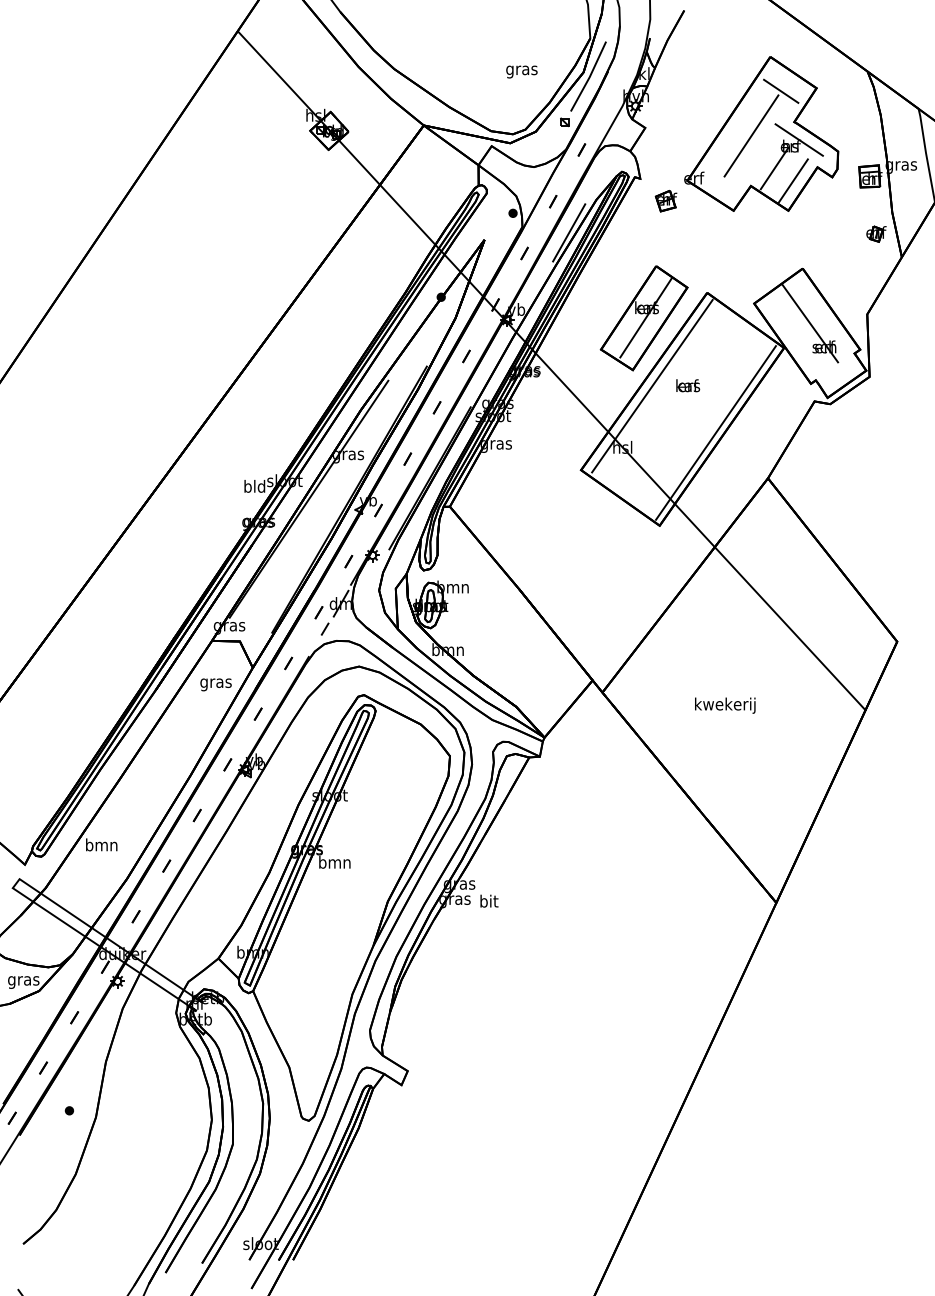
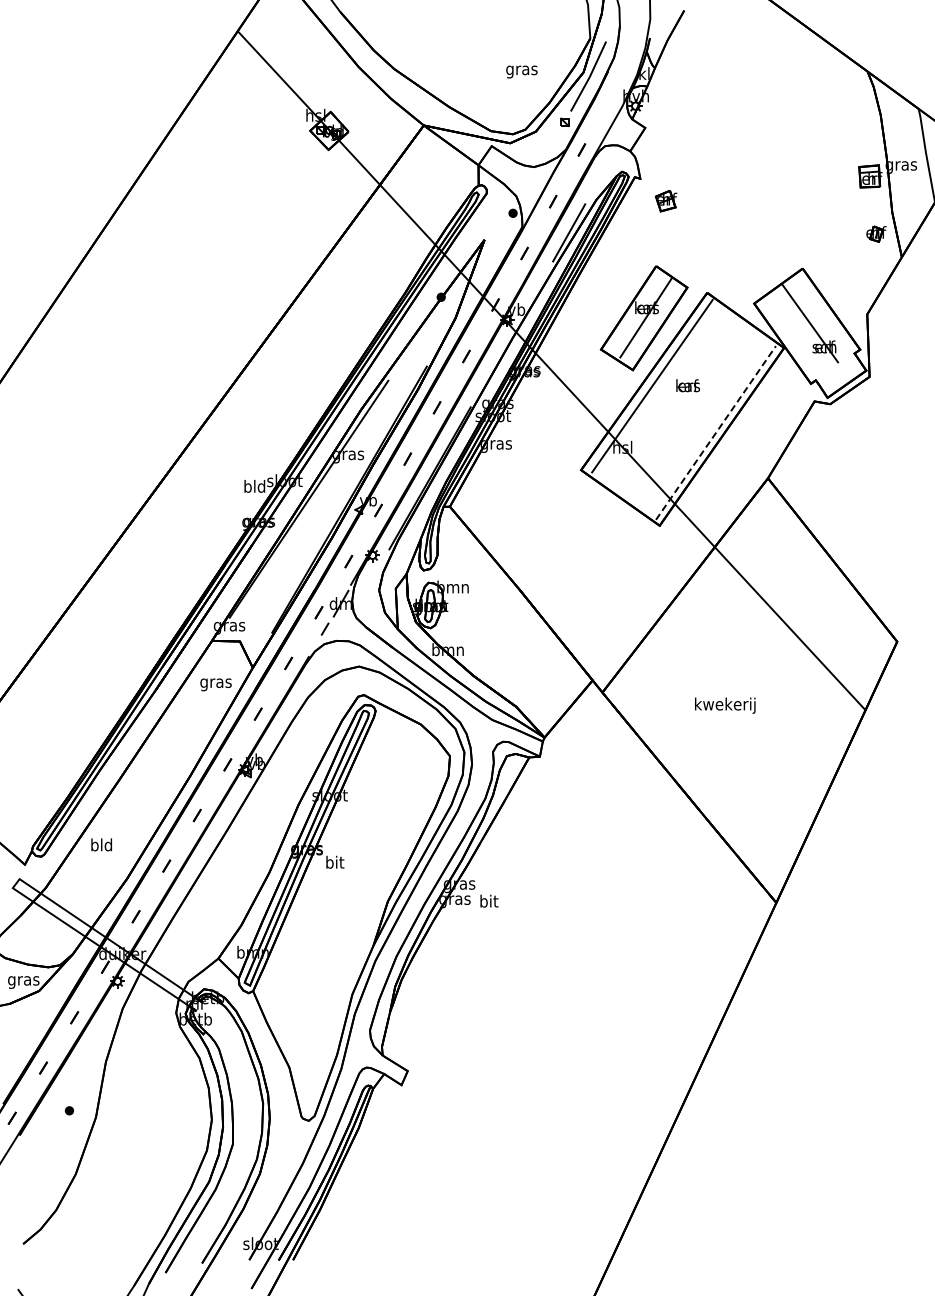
part at (761, 133): present -> none
line at (715, 432): solid -> dashed
text at (101, 844): bmn -> bld
text at (334, 861): bmn -> bit
